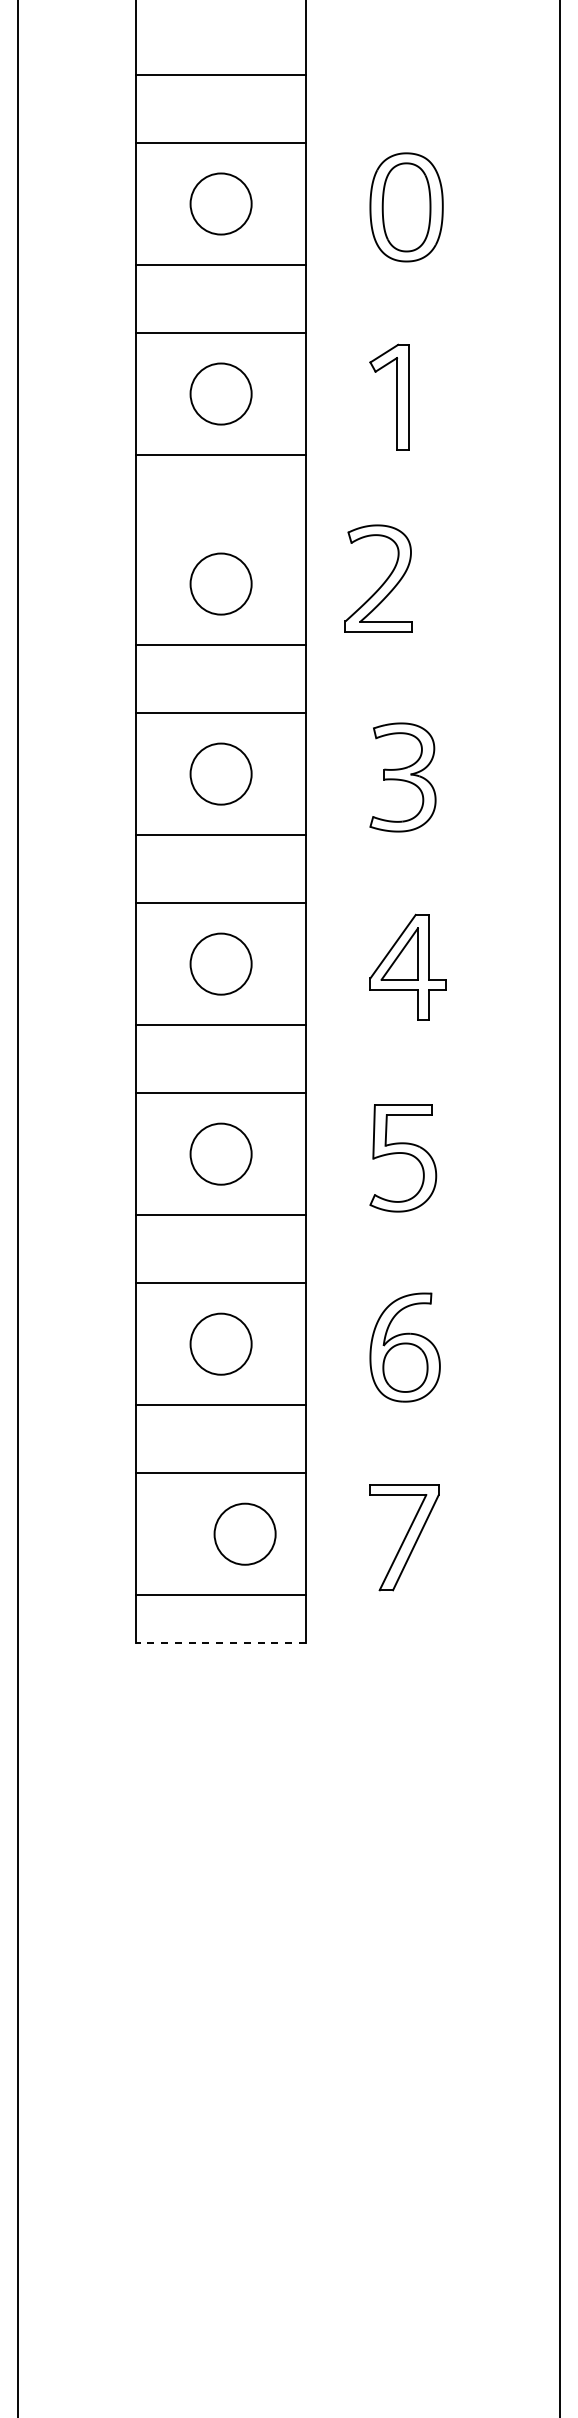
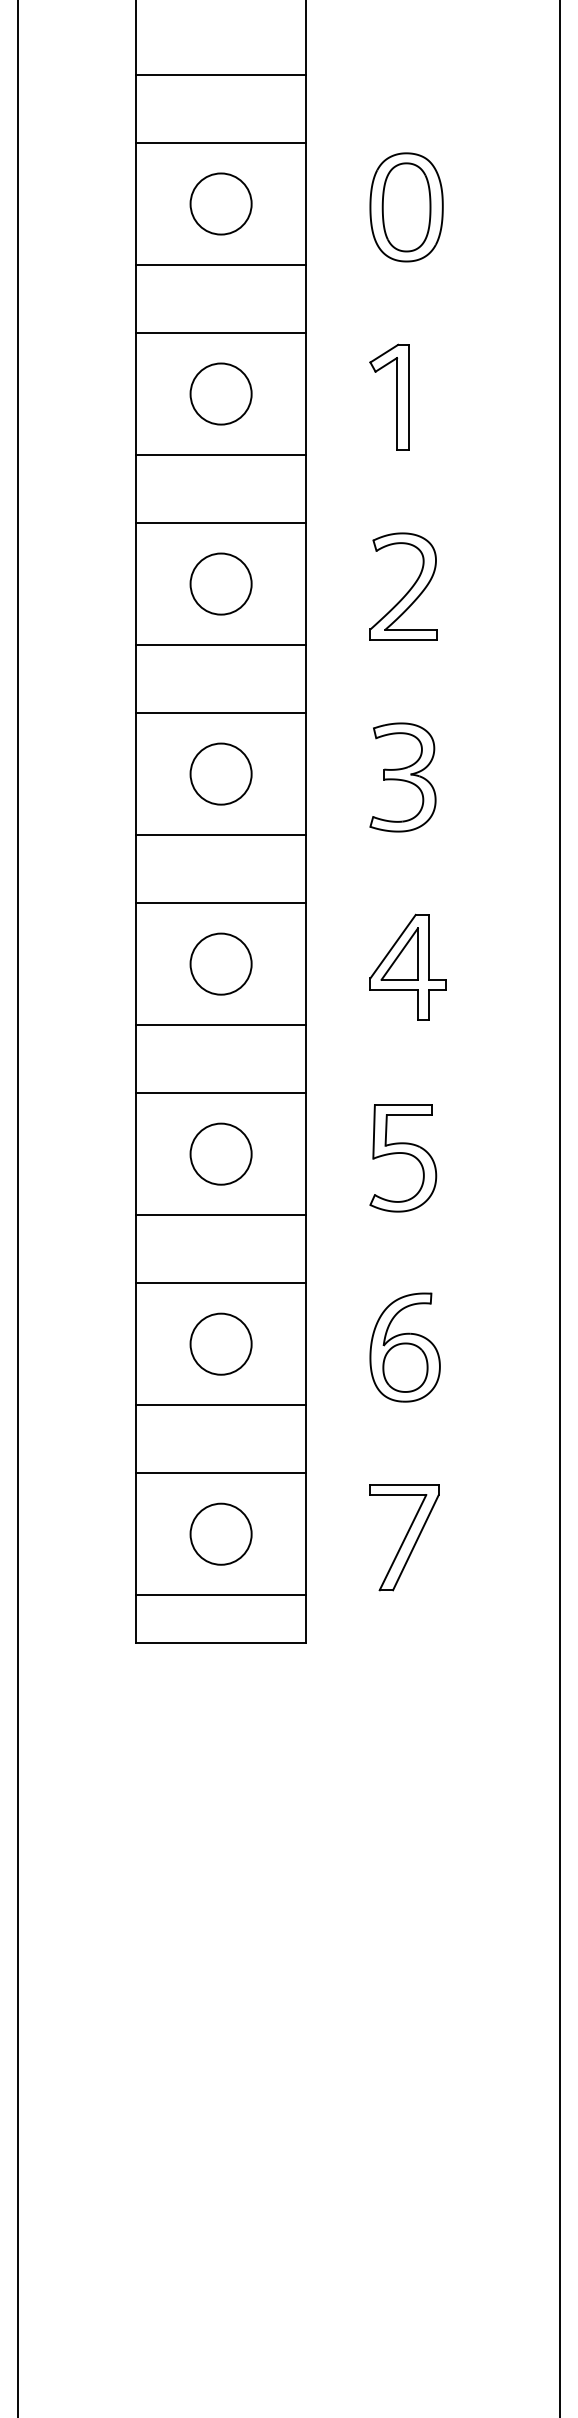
line at (220, 523): none -> present
part at (383, 582) position: (383, 582) -> (408, 590)
circle at (244, 1533) position: (244, 1533) -> (220, 1533)
line at (221, 1642): dashed -> solid
